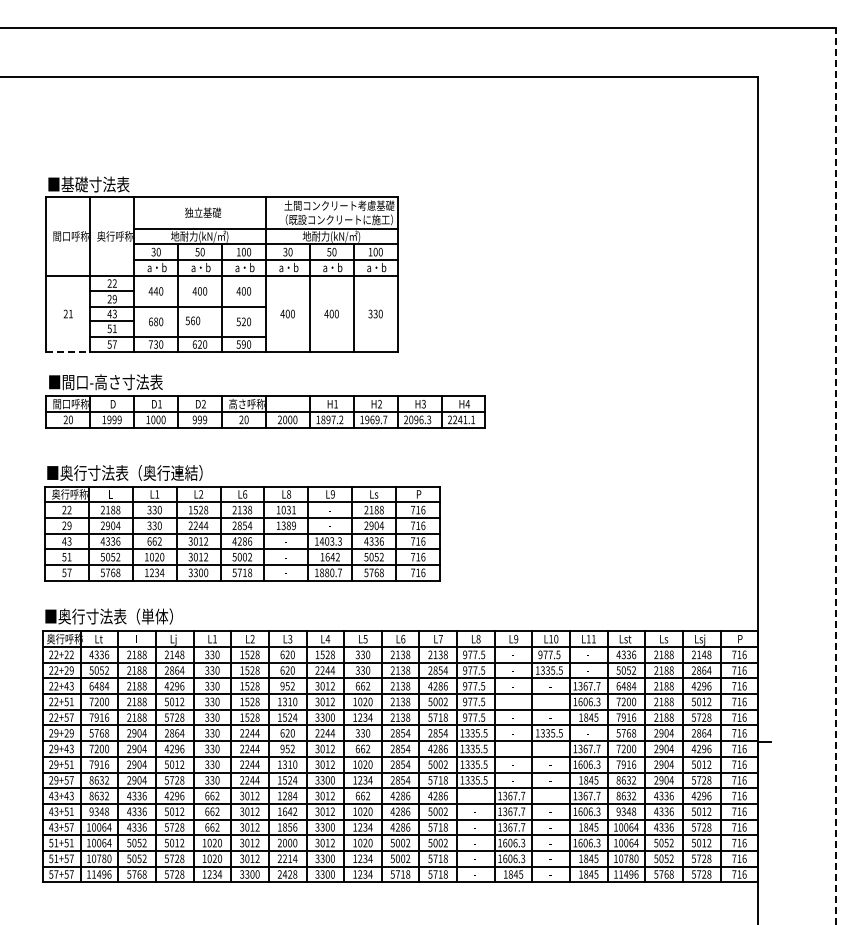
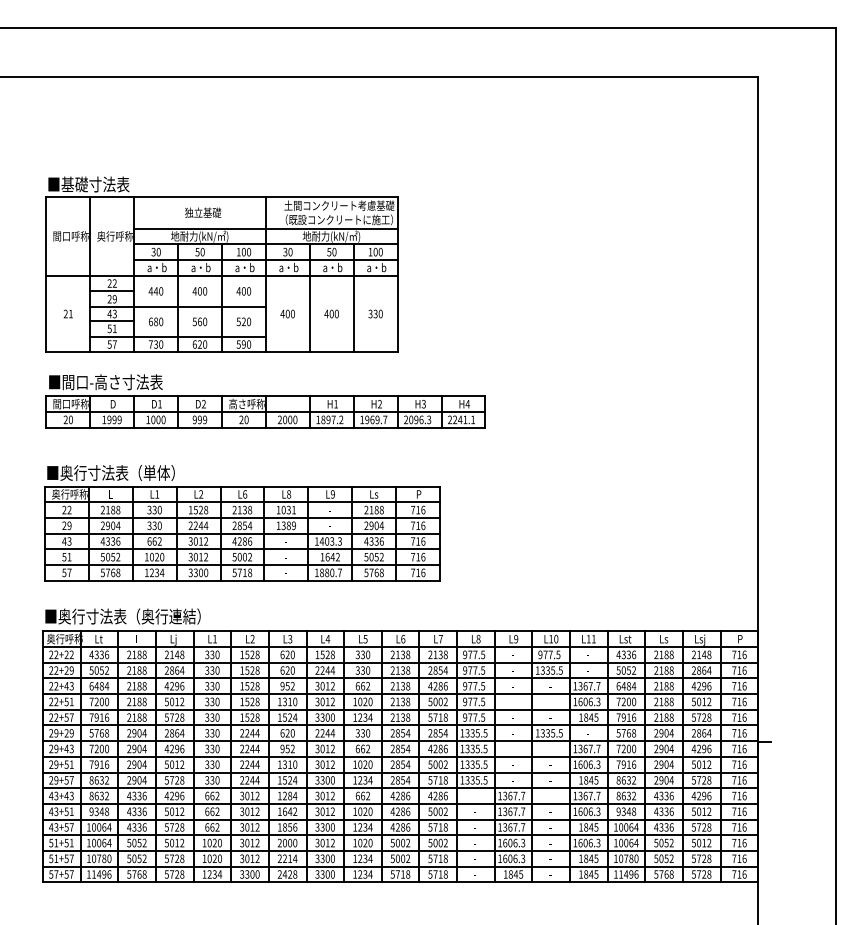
text at (192, 320) position: (192, 320) -> (199, 321)
line at (68, 352): dashed -> solid
text at (172, 472): ■奥行寸法表（奥行連結） -> ■奥行寸法表（単体）
line at (836, 475): dashed -> solid
text at (170, 616): ■奥行寸法表（単体） -> ■奥行寸法表（奥行連結）
